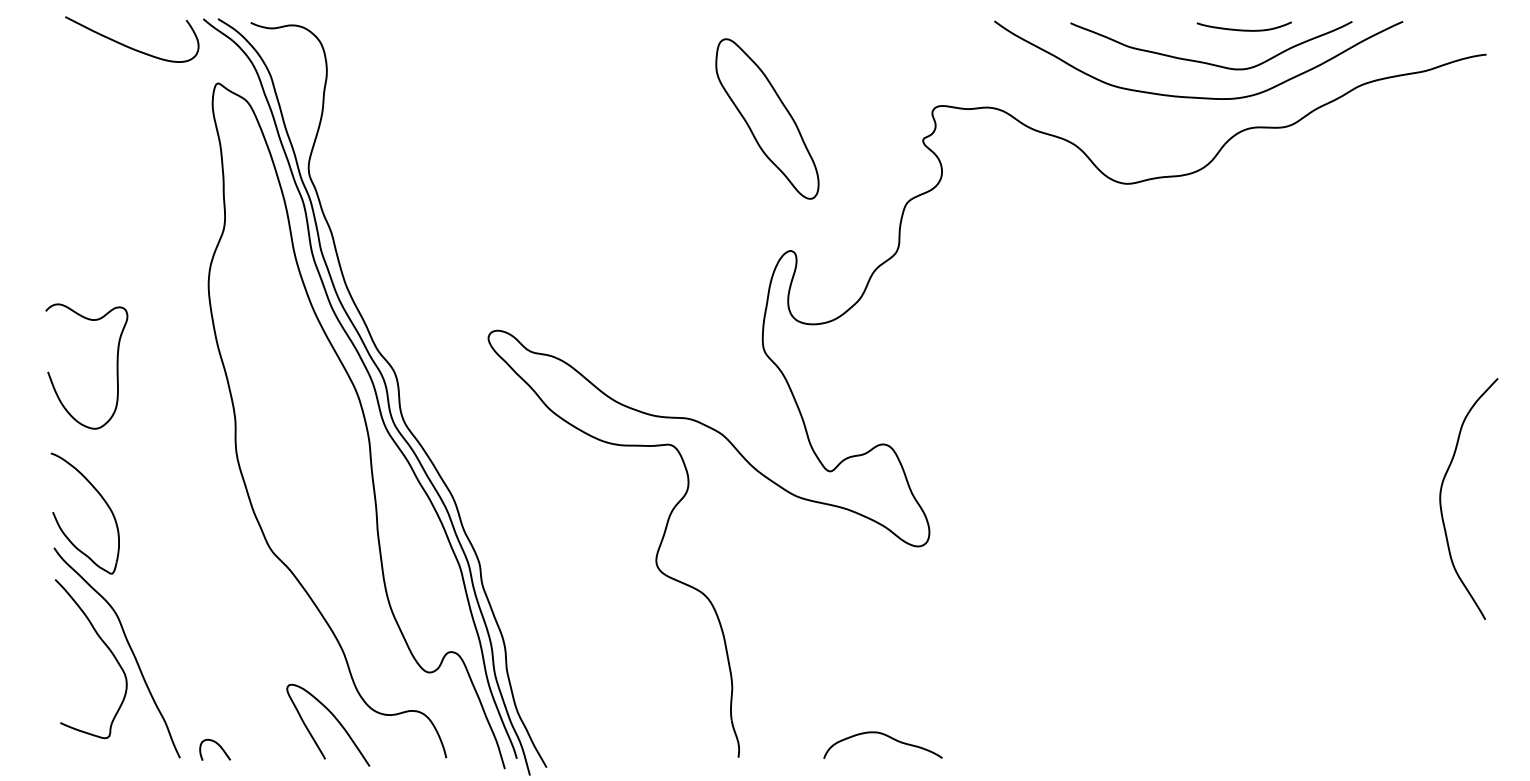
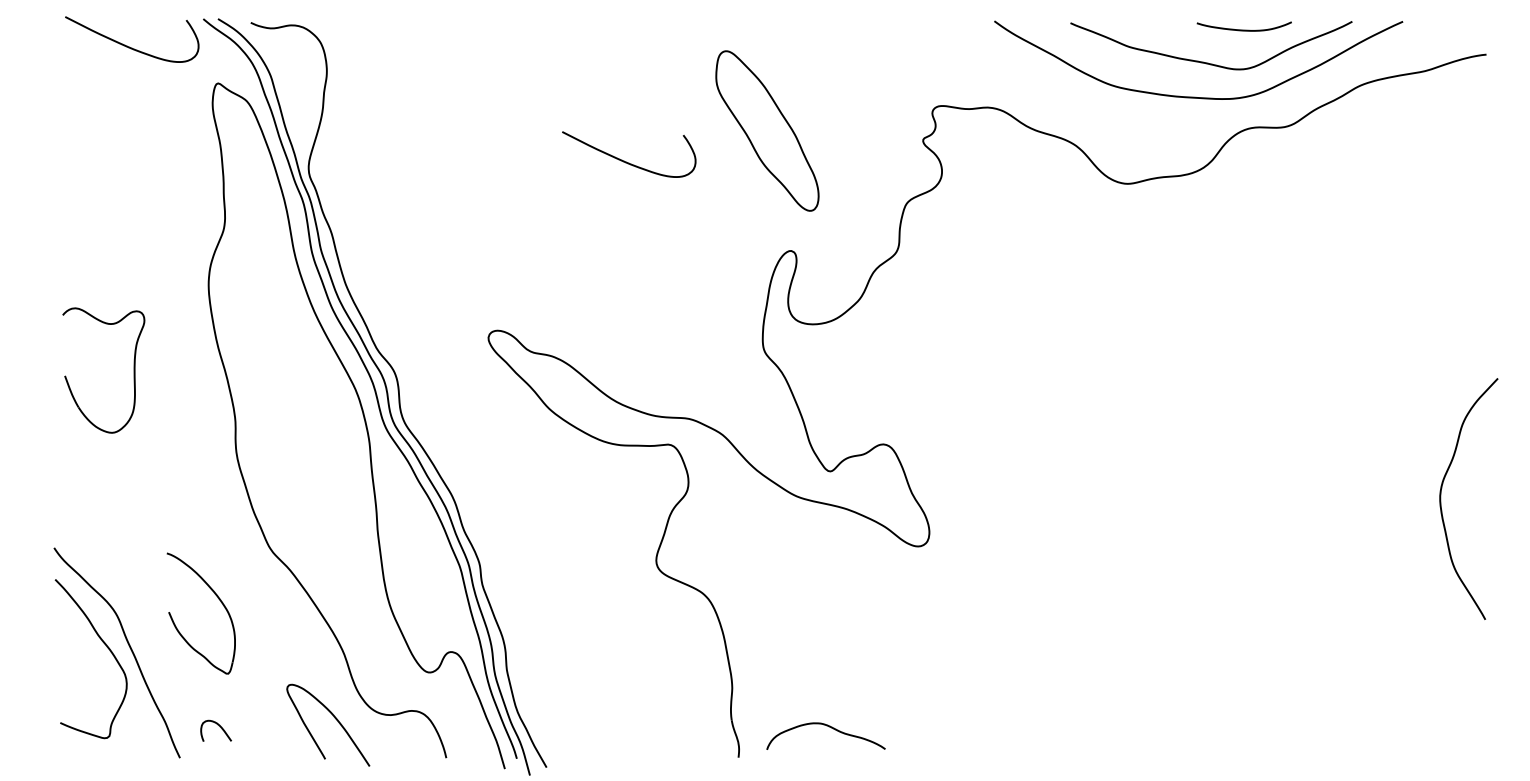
part at (767, 118) position: (767, 118) -> (767, 130)
curve at (626, 161): none -> present
part at (116, 366) position: (116, 366) -> (133, 370)
part at (102, 499) position: (102, 499) -> (218, 599)
curve at (886, 736) position: (886, 736) -> (829, 727)
curve at (216, 744) position: (216, 744) -> (217, 725)
